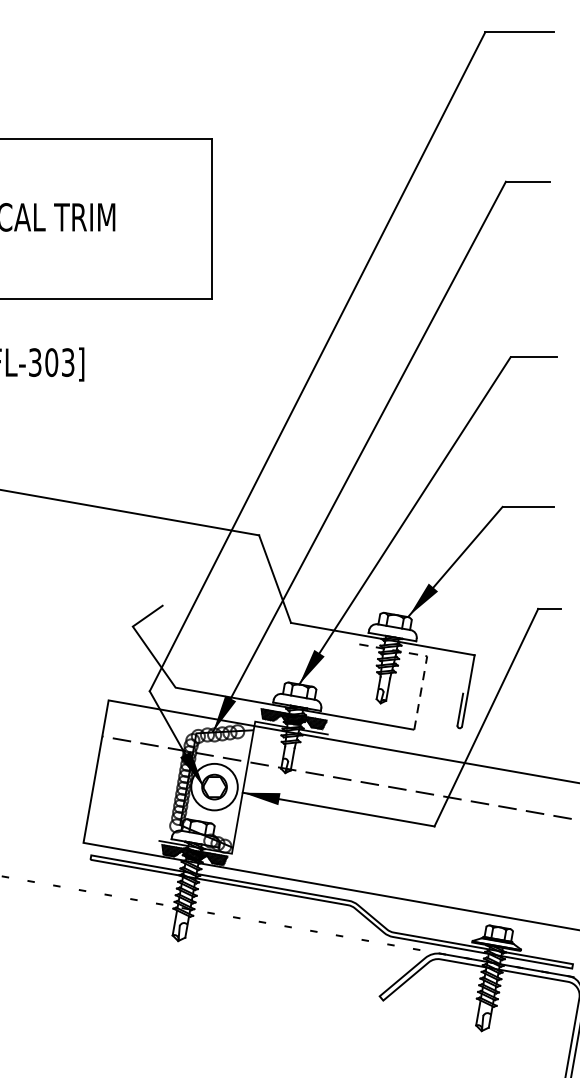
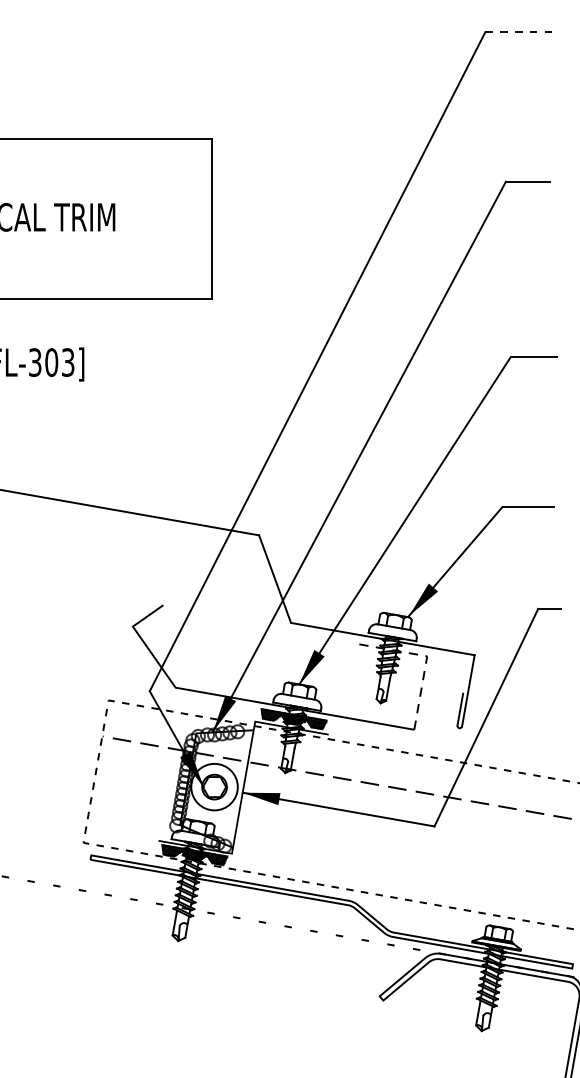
line at (519, 32): solid -> dashed
line at (93, 783): solid -> dashed
